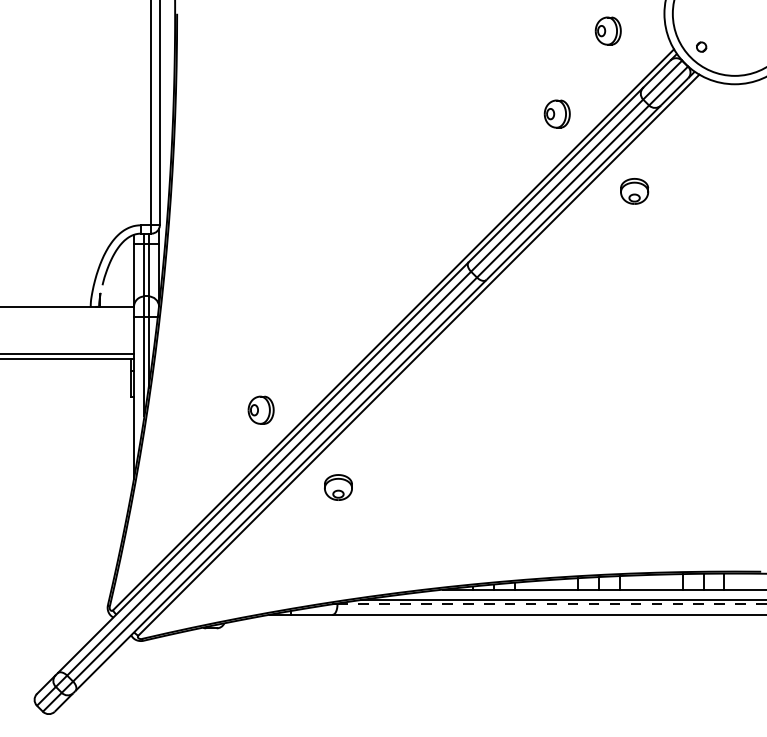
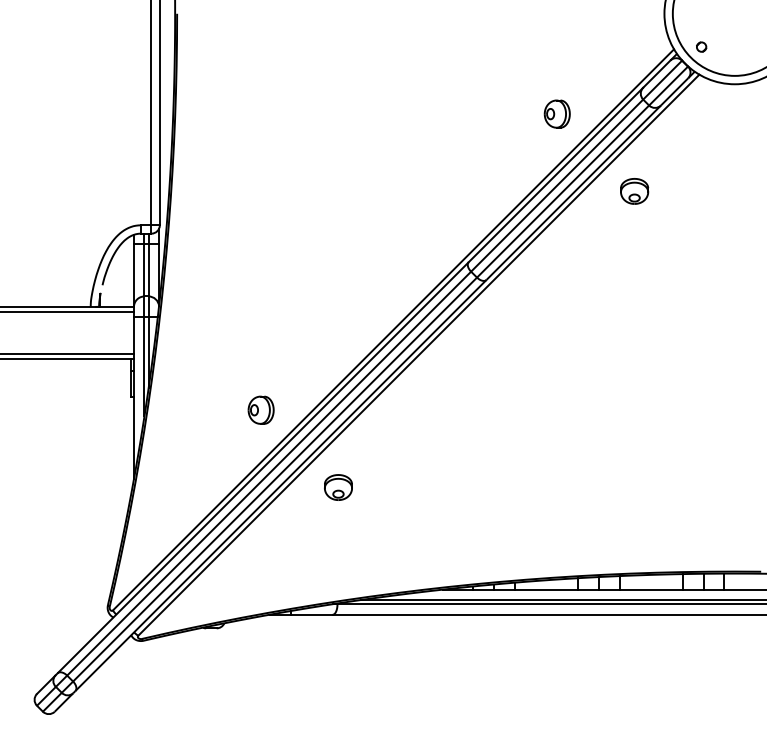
part at (607, 30): present -> none
line at (67, 312): none -> present
line at (552, 604): dashed -> solid
